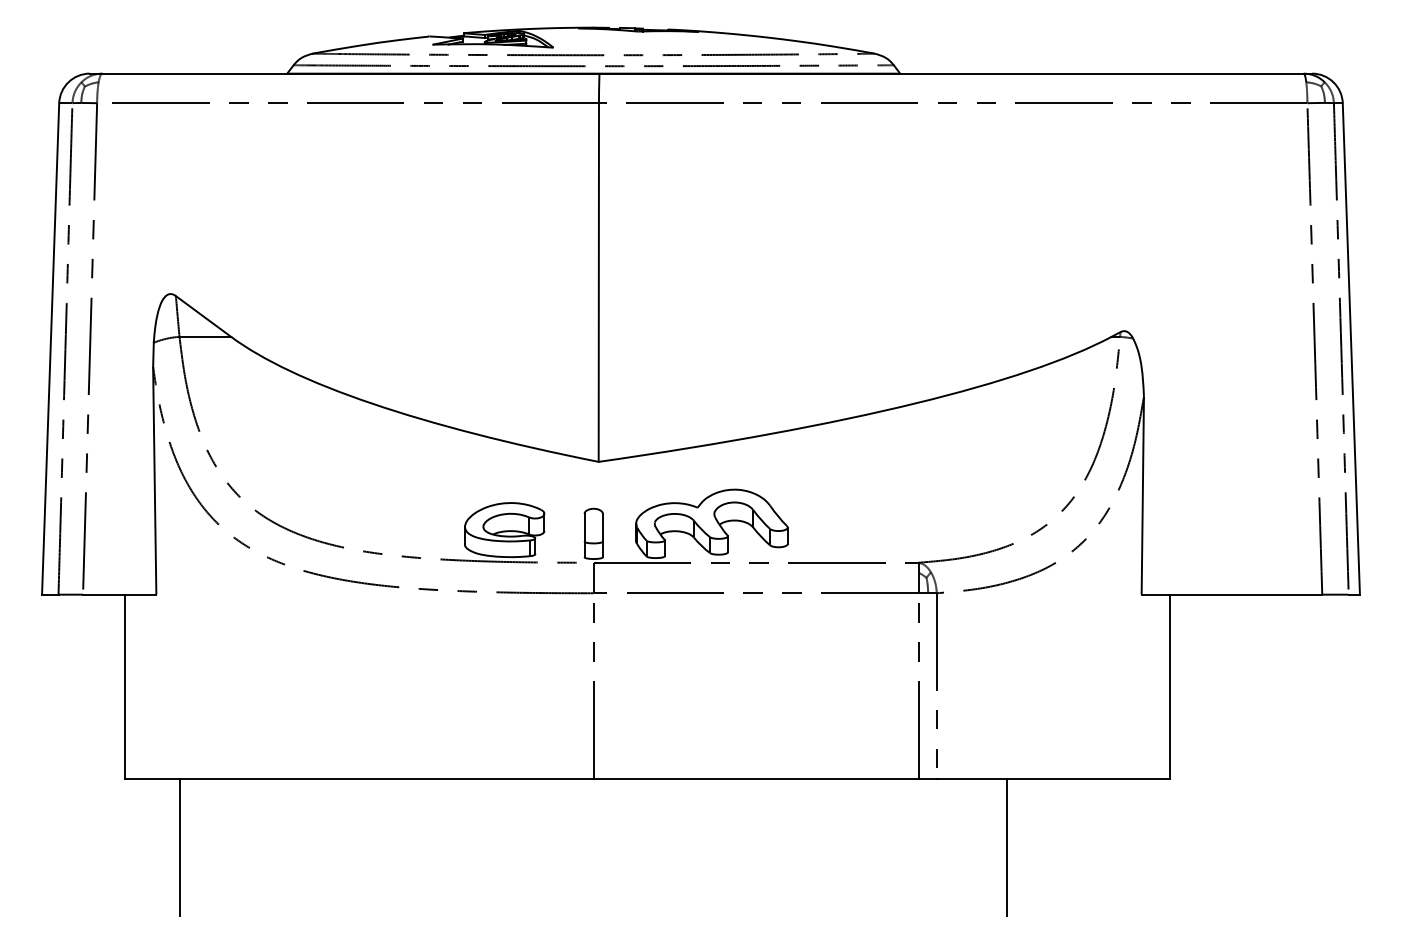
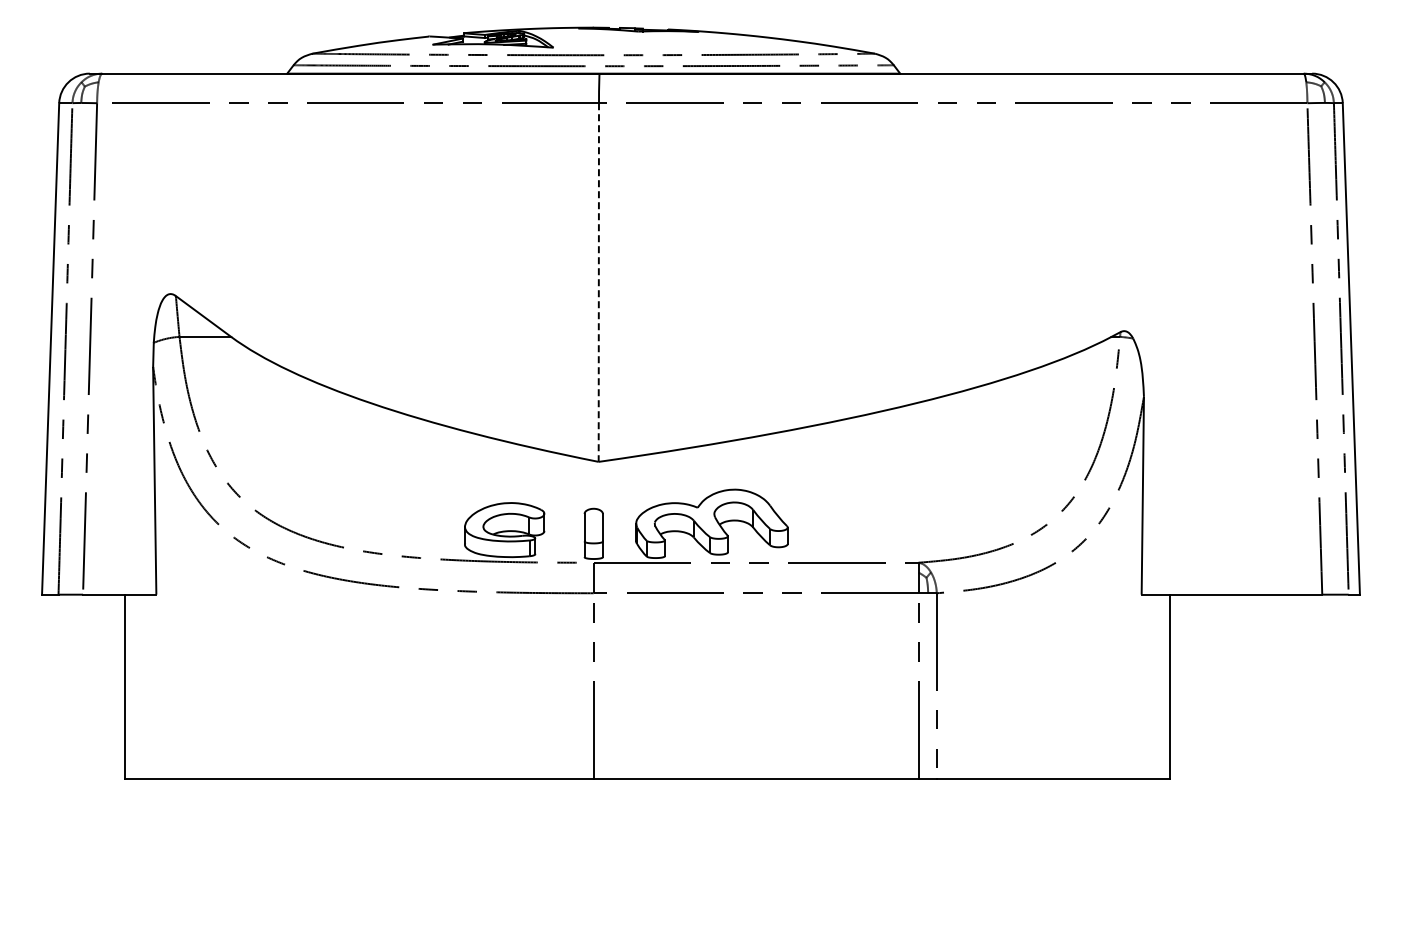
line at (598, 283): solid -> dashed
line at (179, 847): present -> none
line at (1007, 847): present -> none
